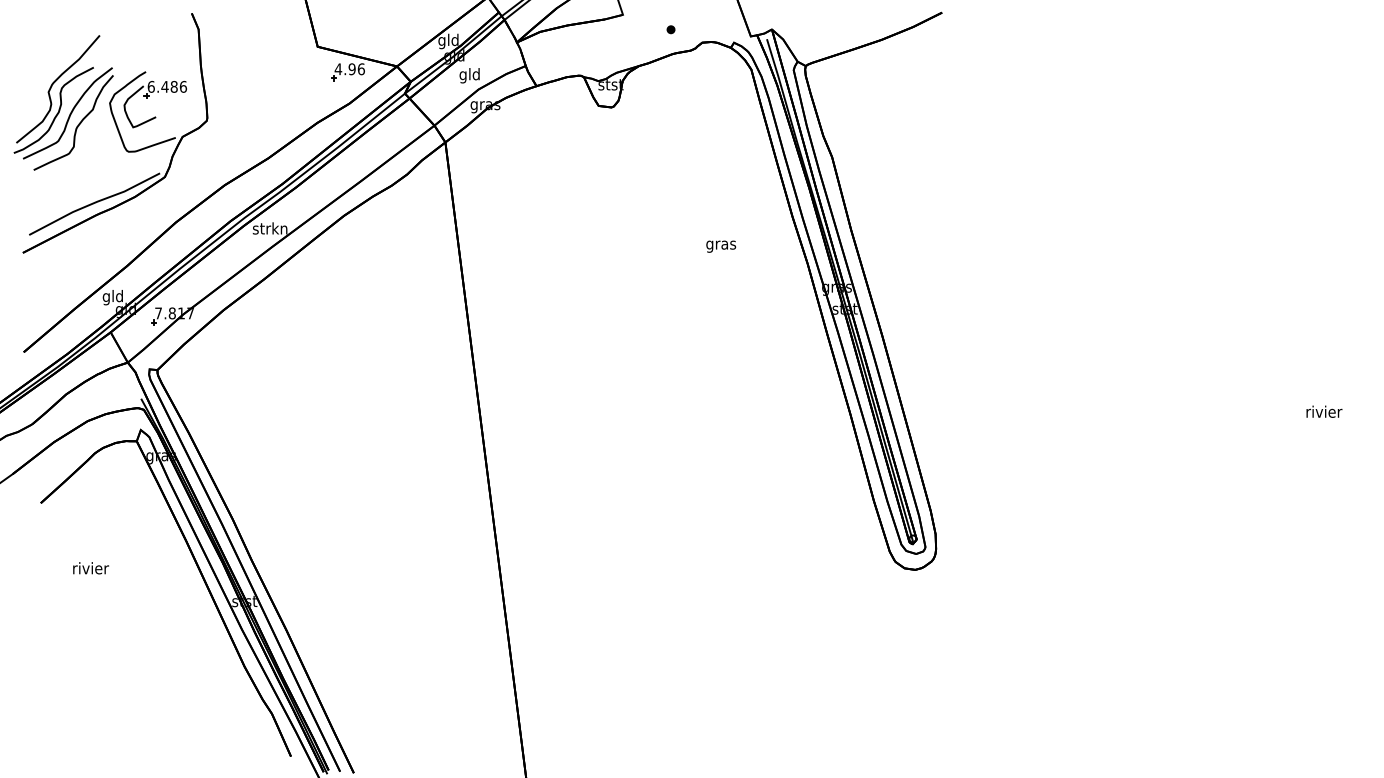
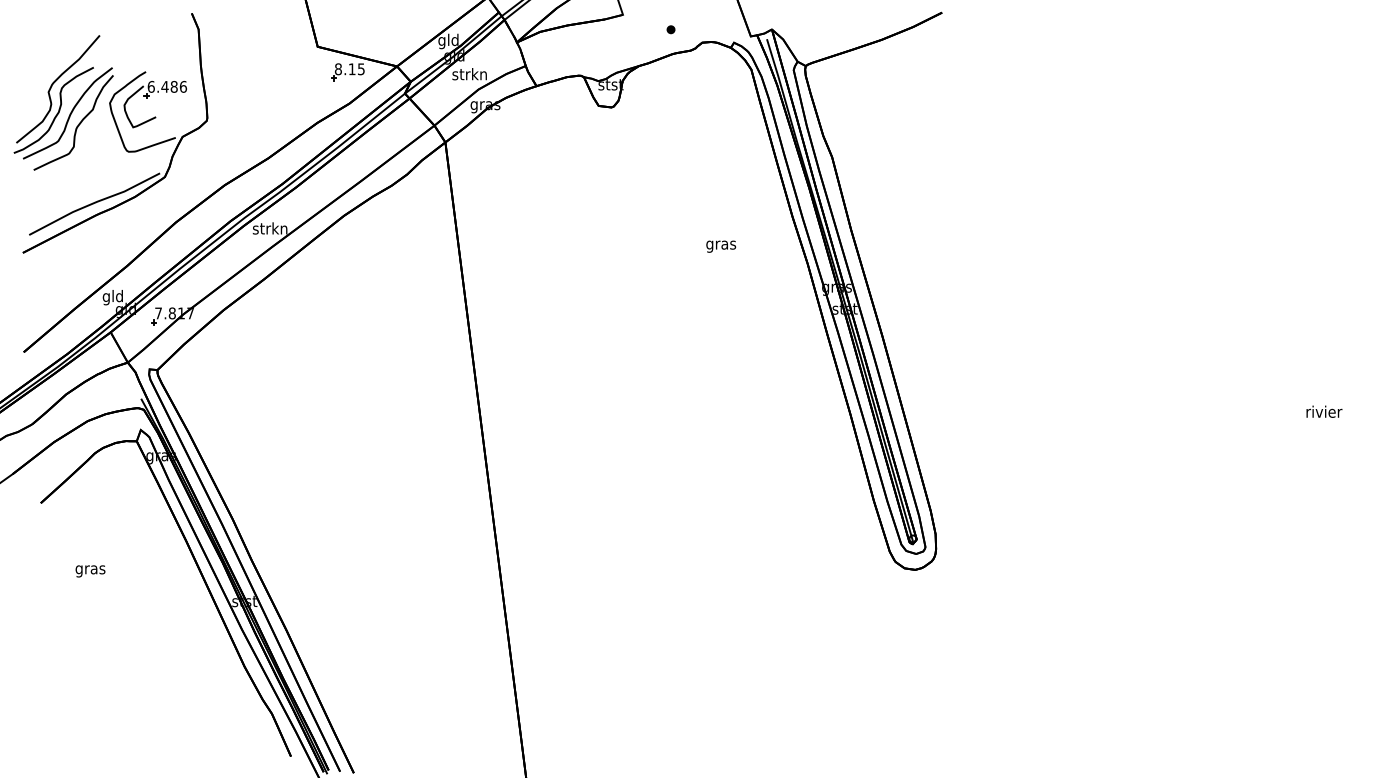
text at (349, 69): 4.96 -> 8.15
text at (469, 75): gld -> strkn
text at (91, 569): rivier -> gras
